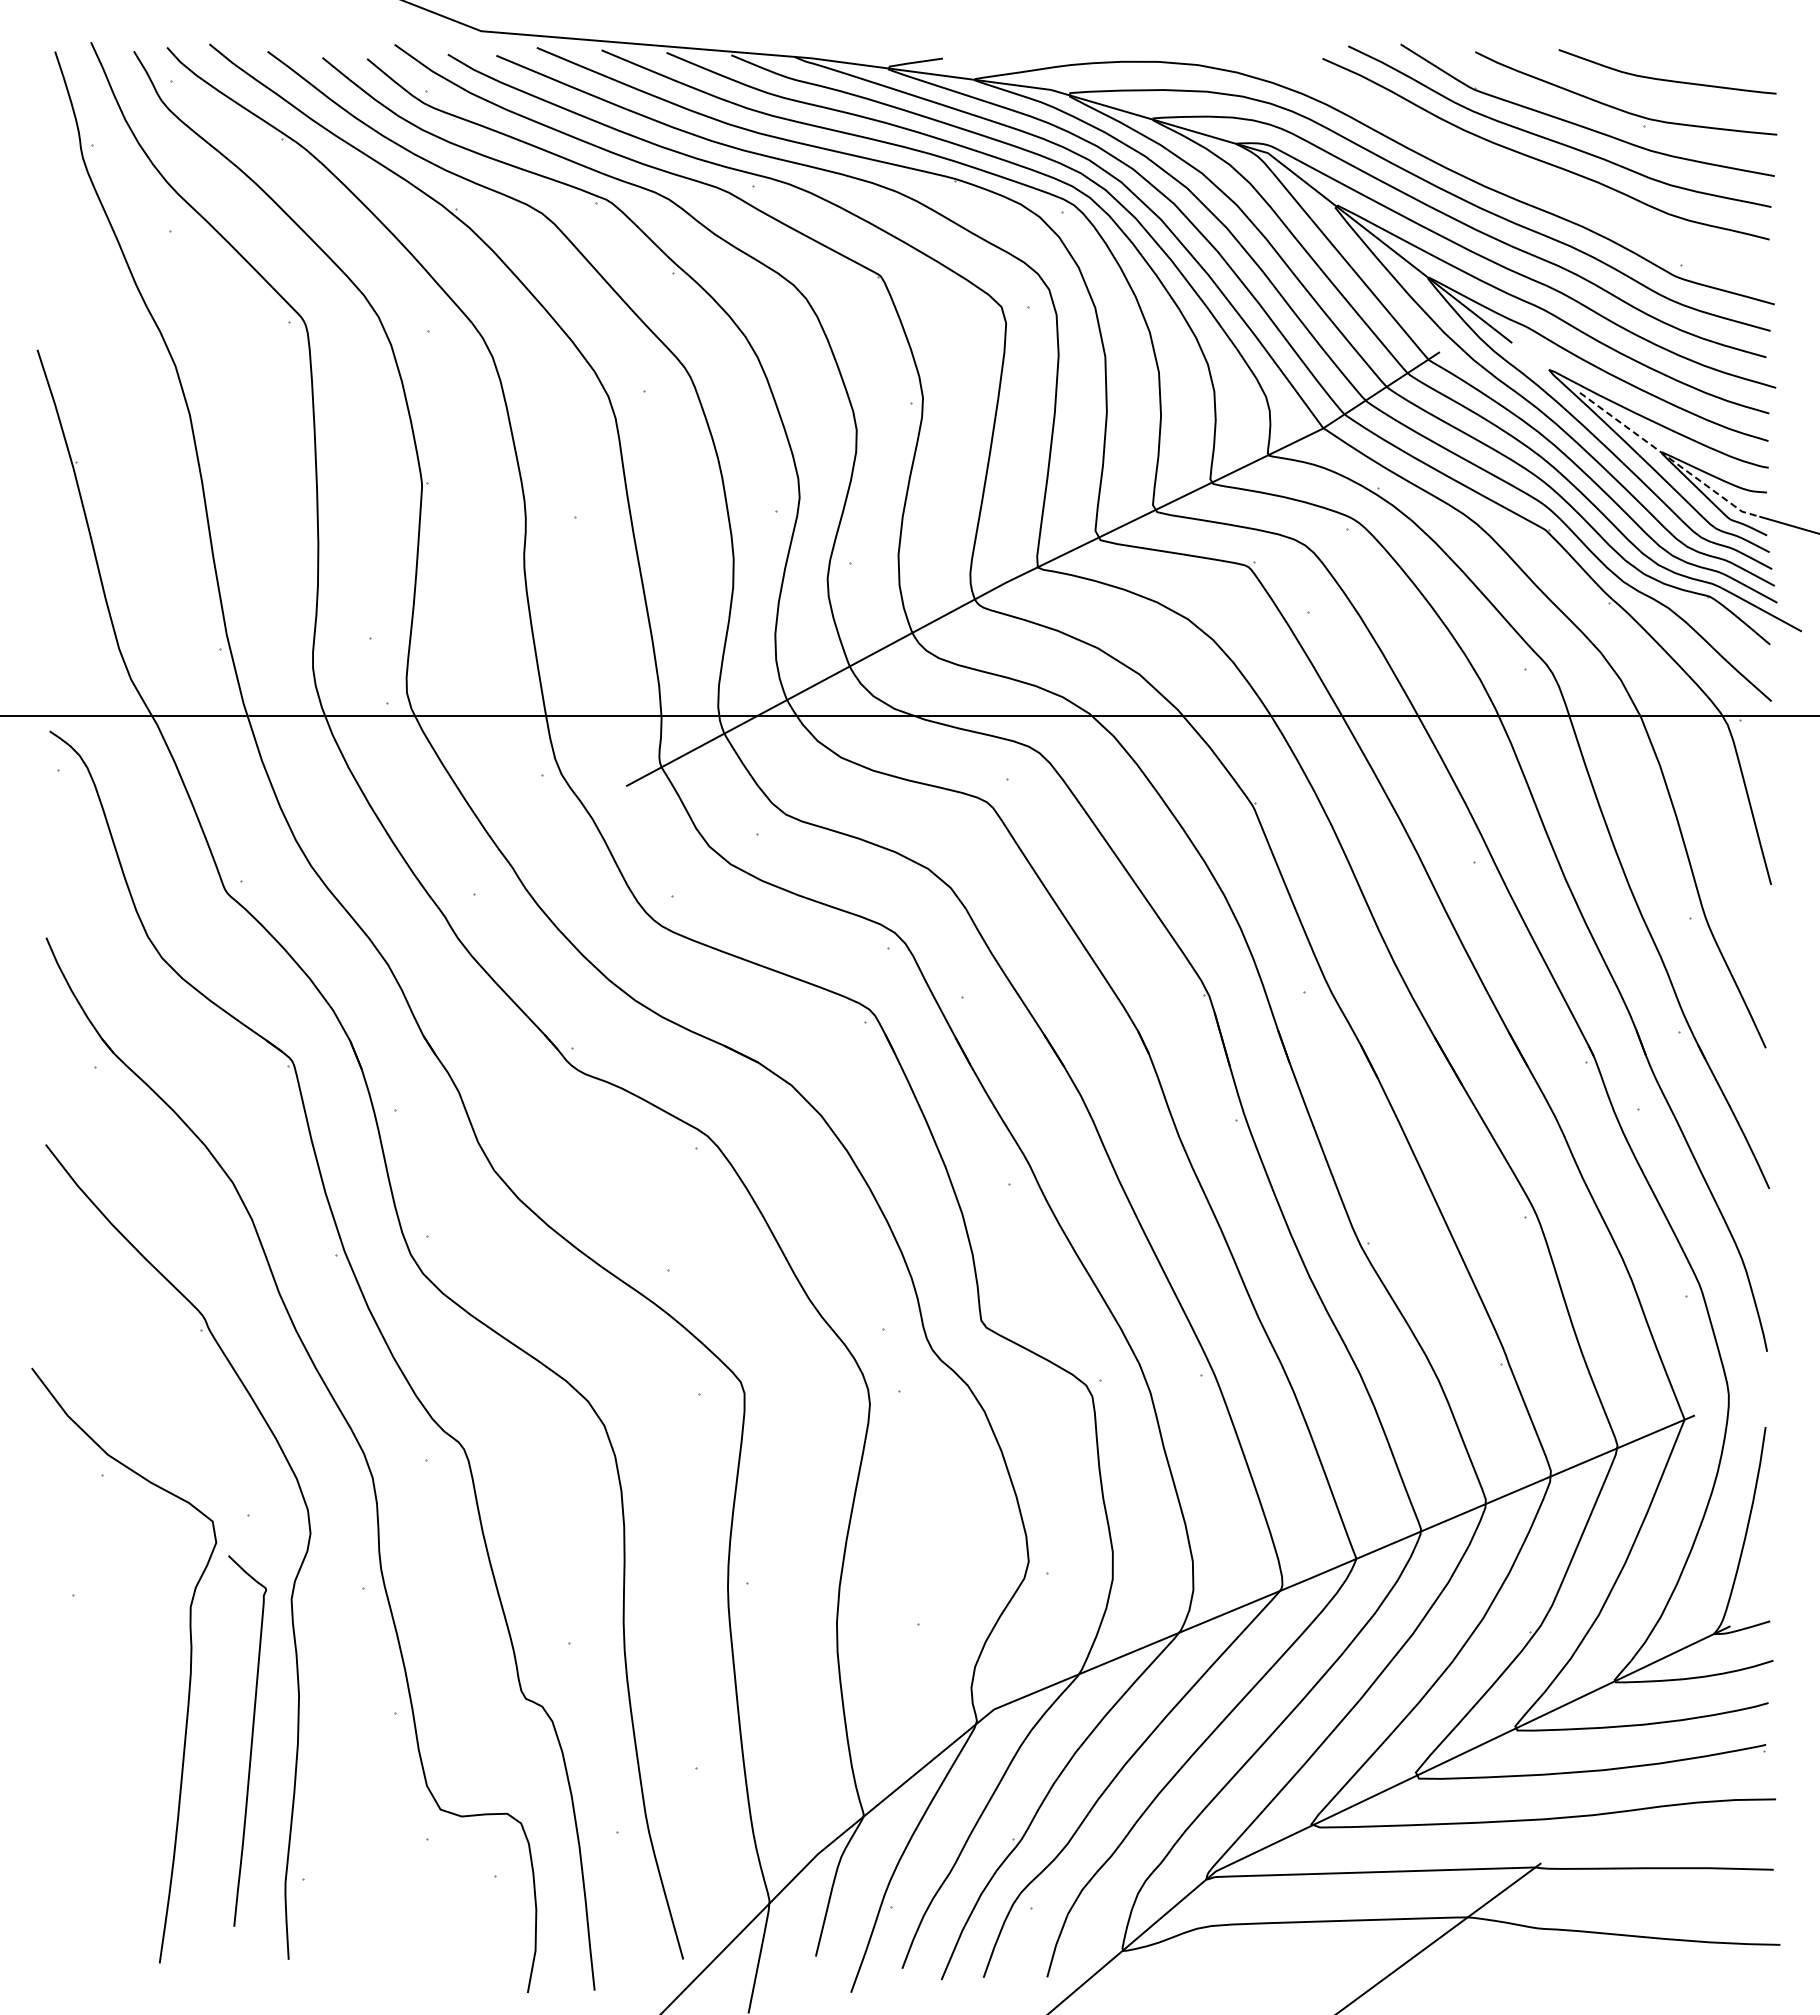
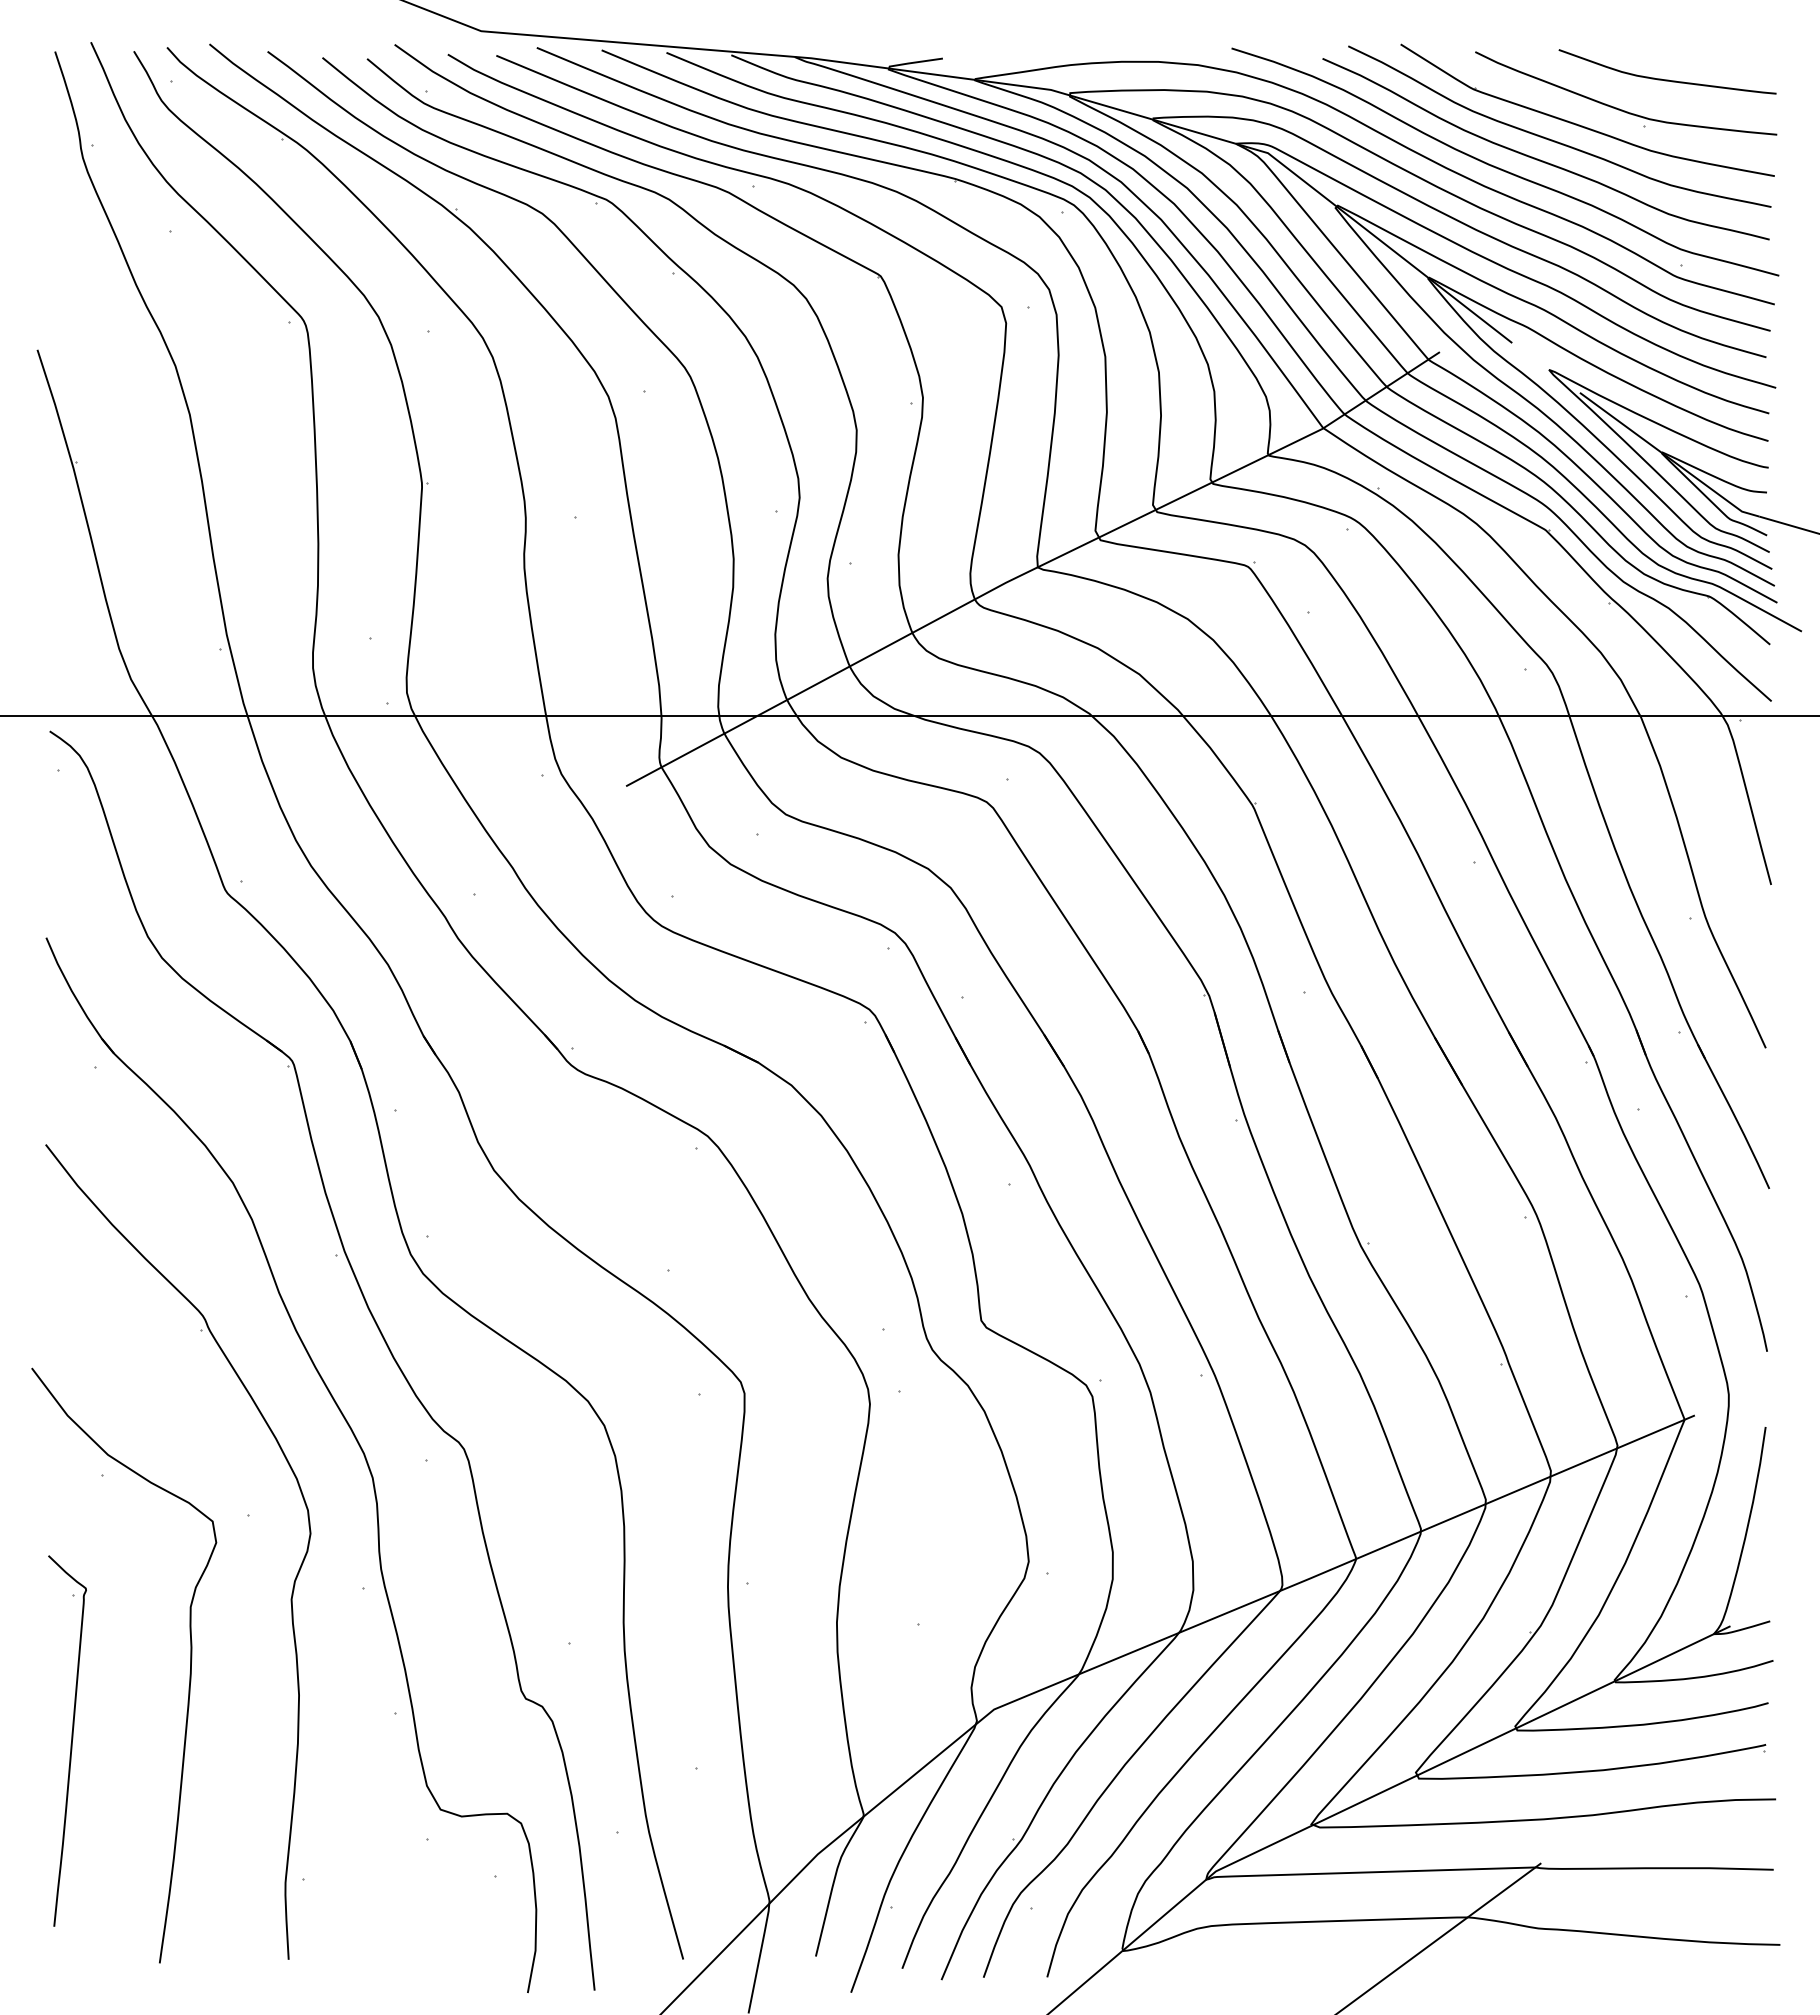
curve at (1501, 168): none -> present
line at (1668, 457): dashed -> solid
curve at (251, 1740) position: (251, 1740) -> (71, 1740)
